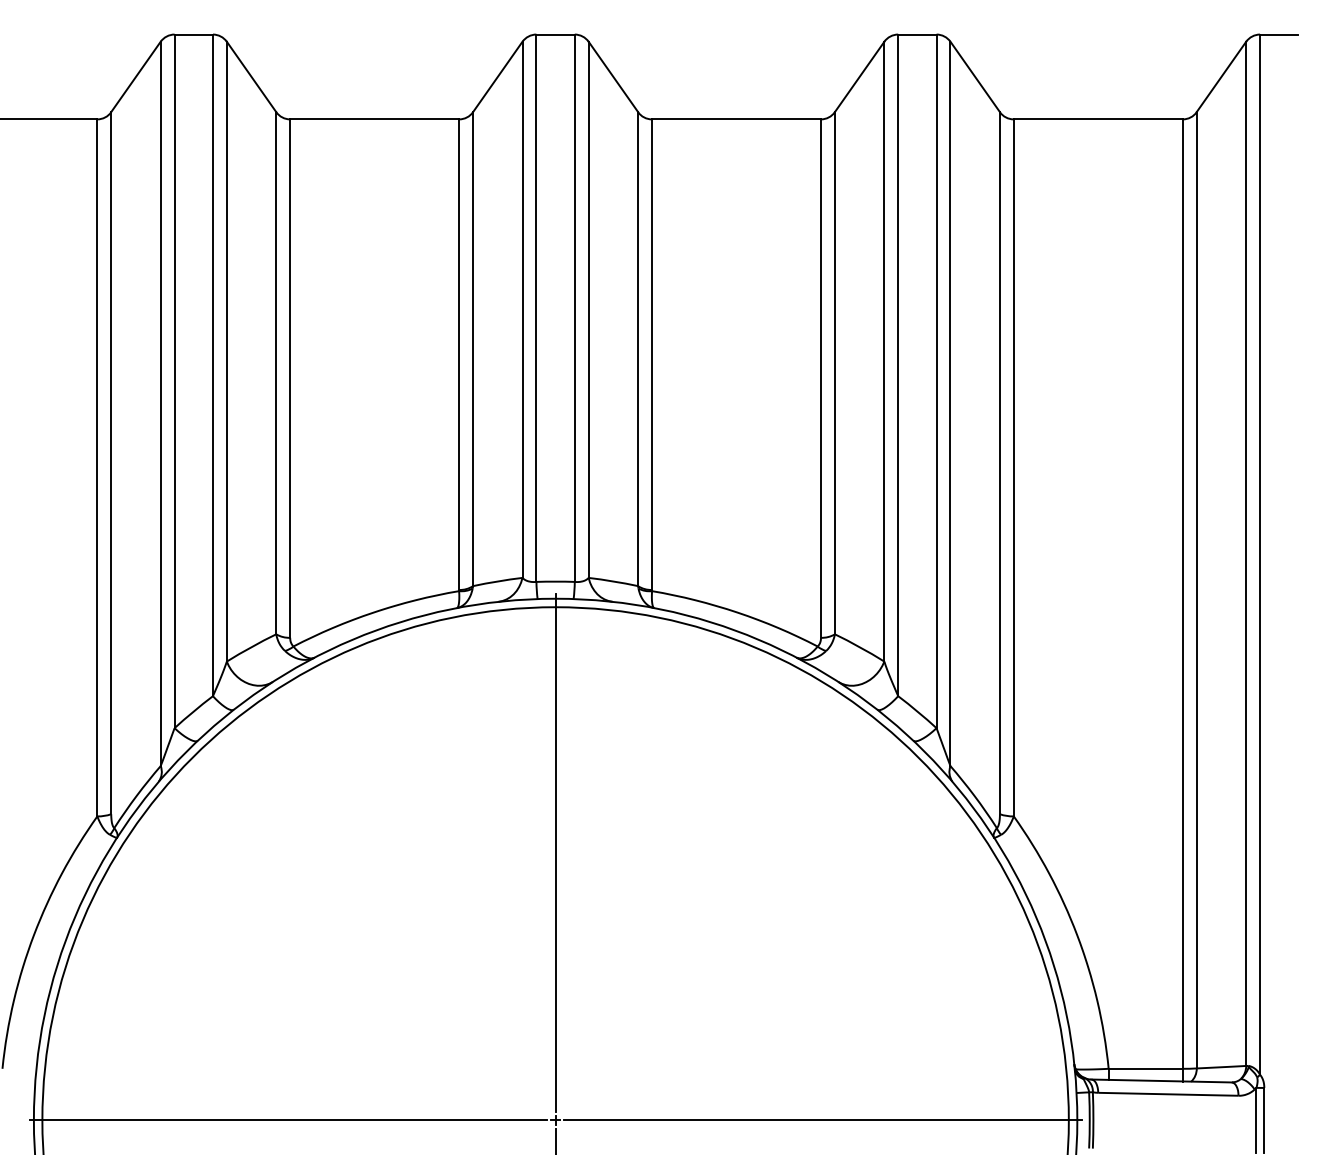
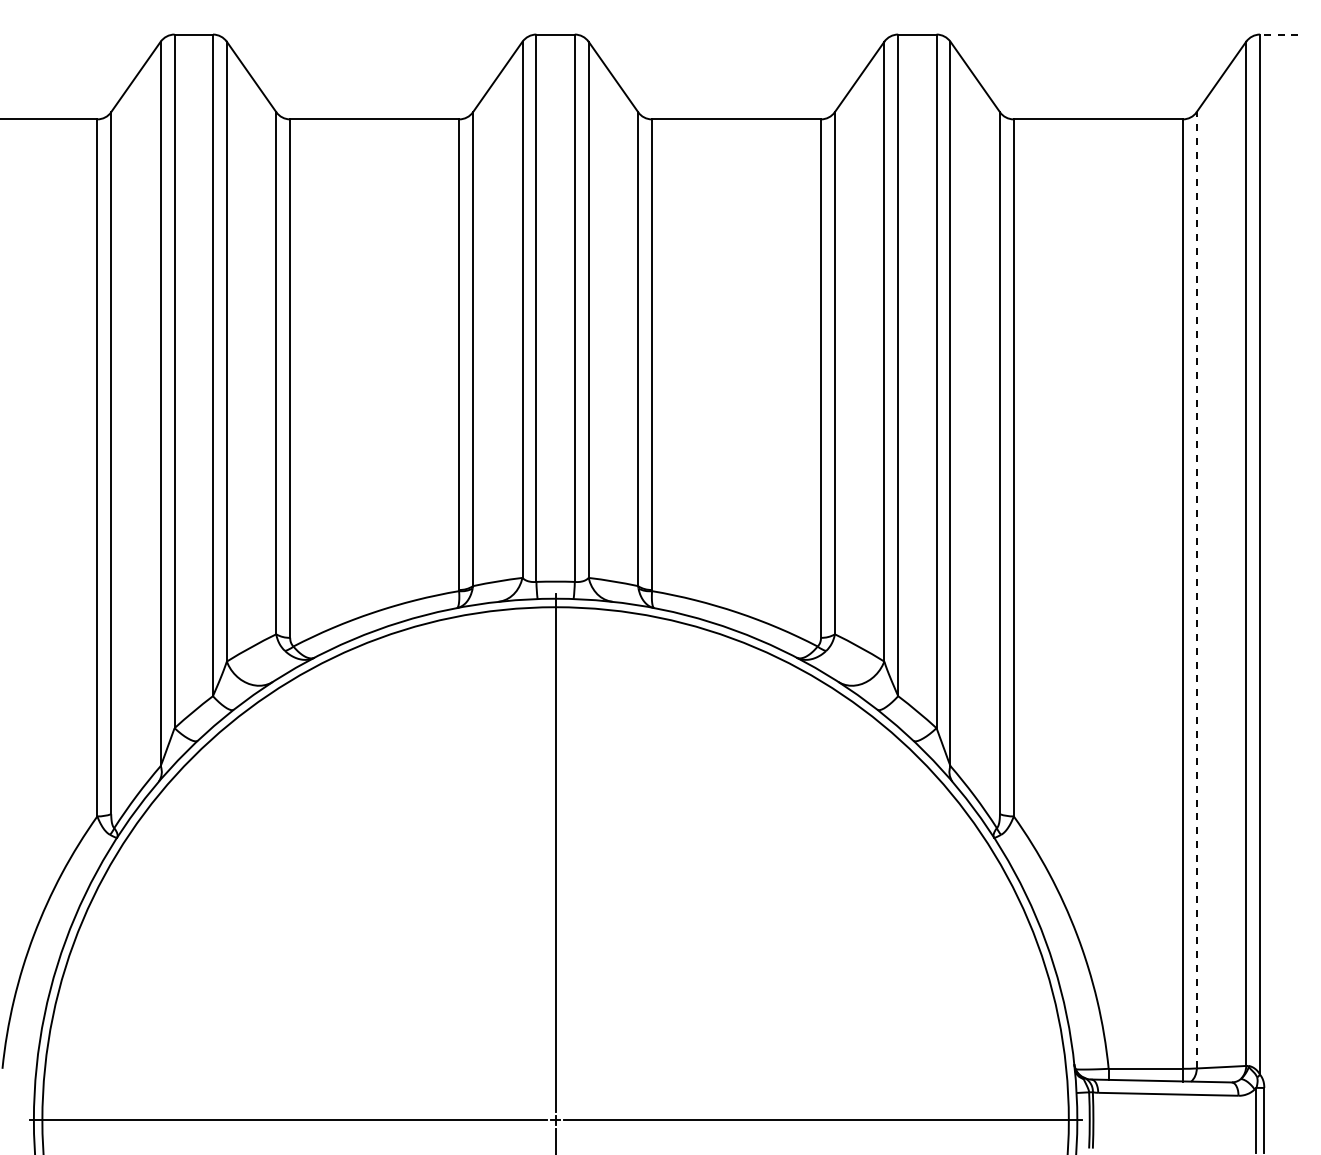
line at (1278, 34): solid -> dashed
line at (1196, 589): solid -> dashed
